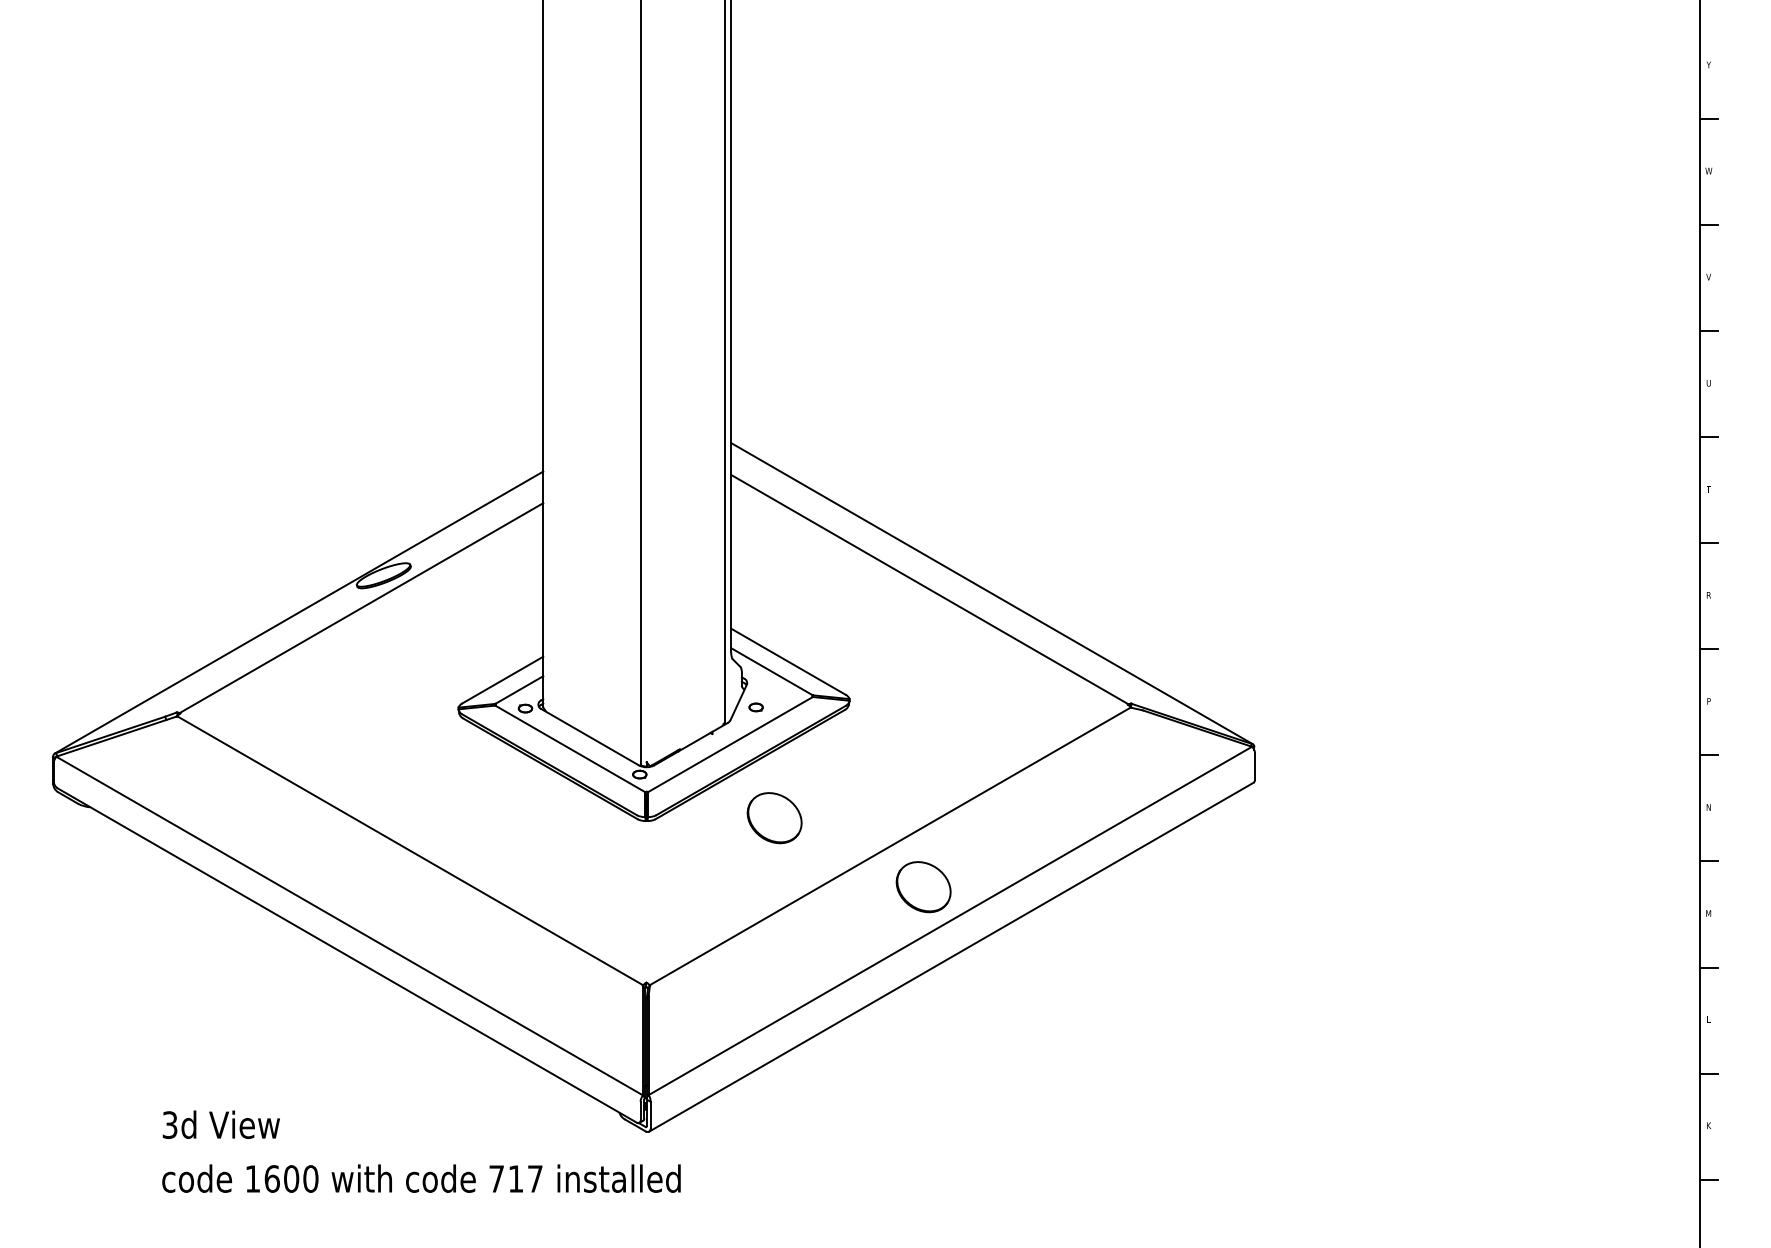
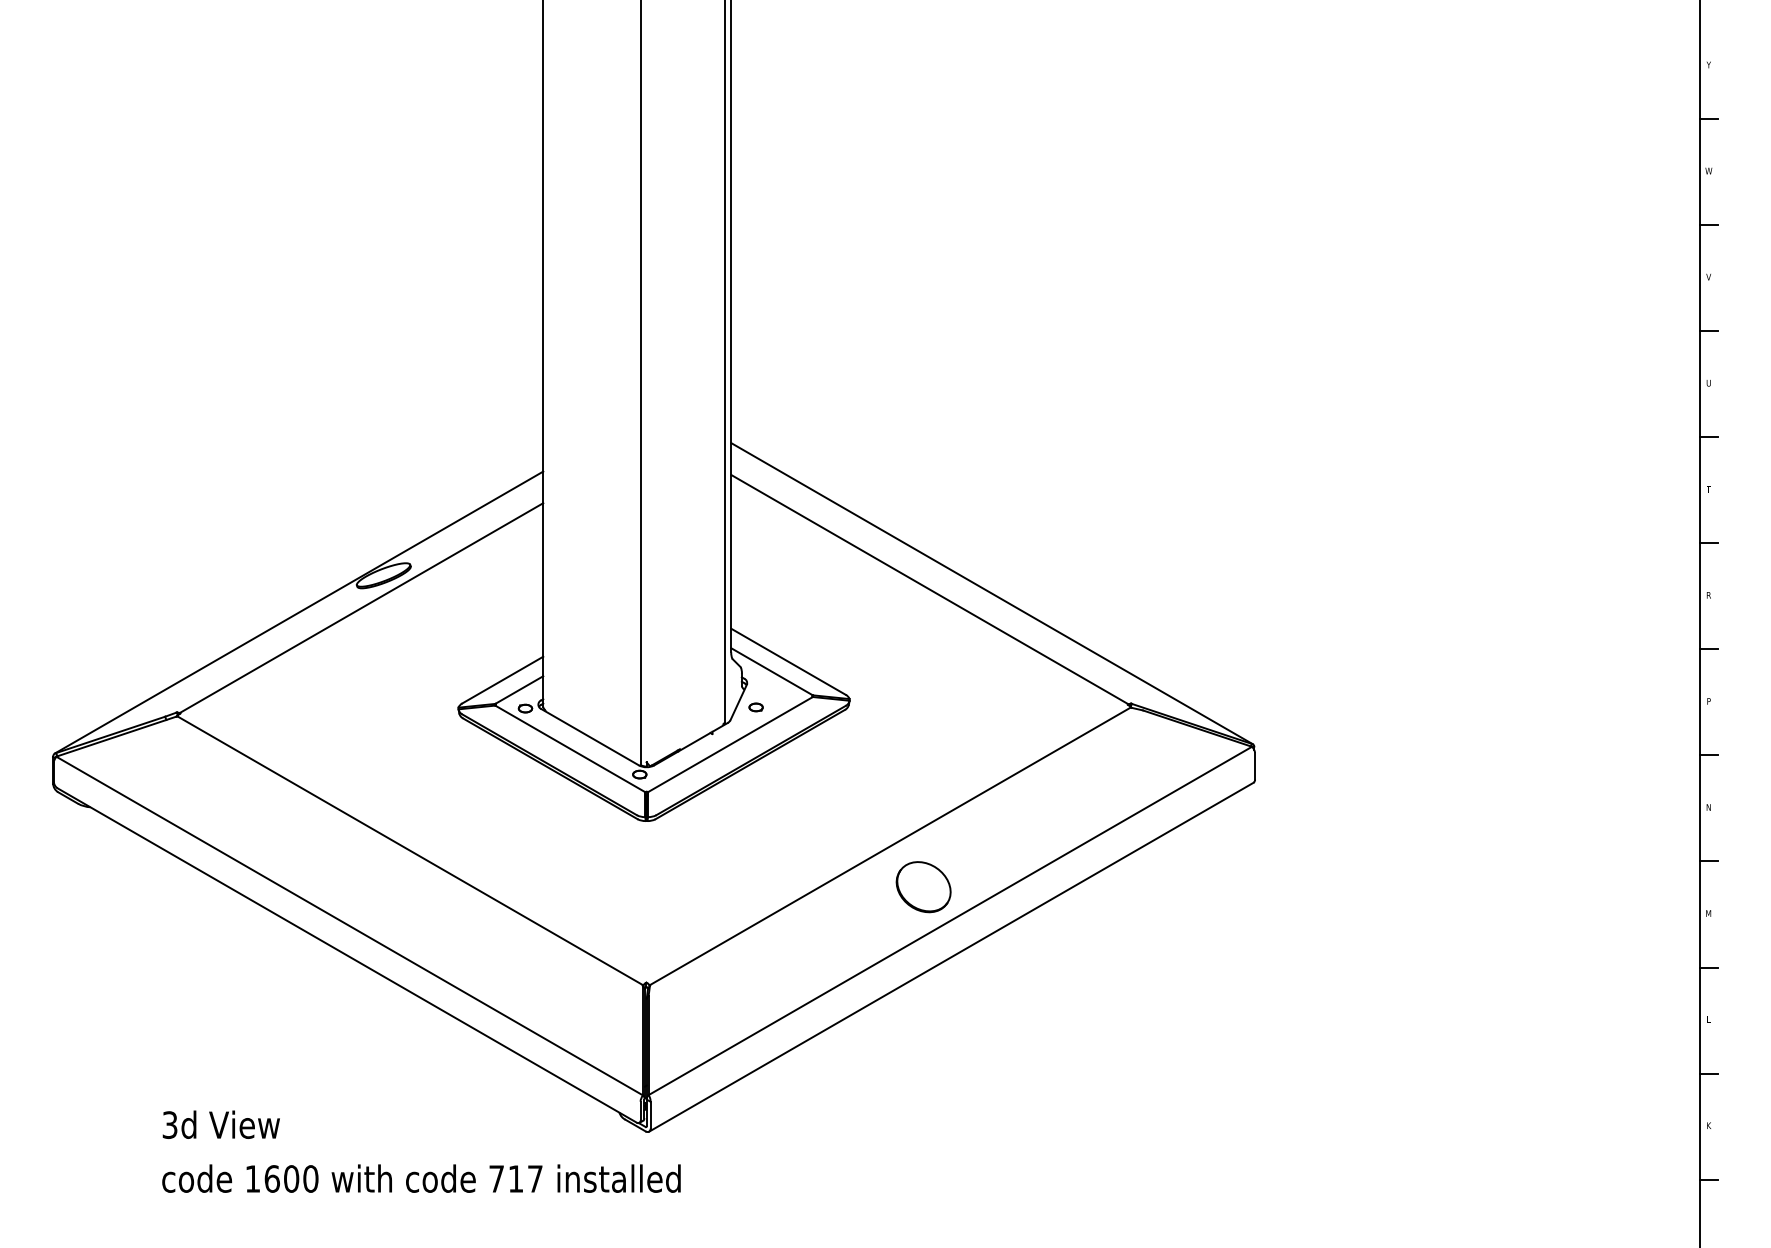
part at (774, 818): present -> none
